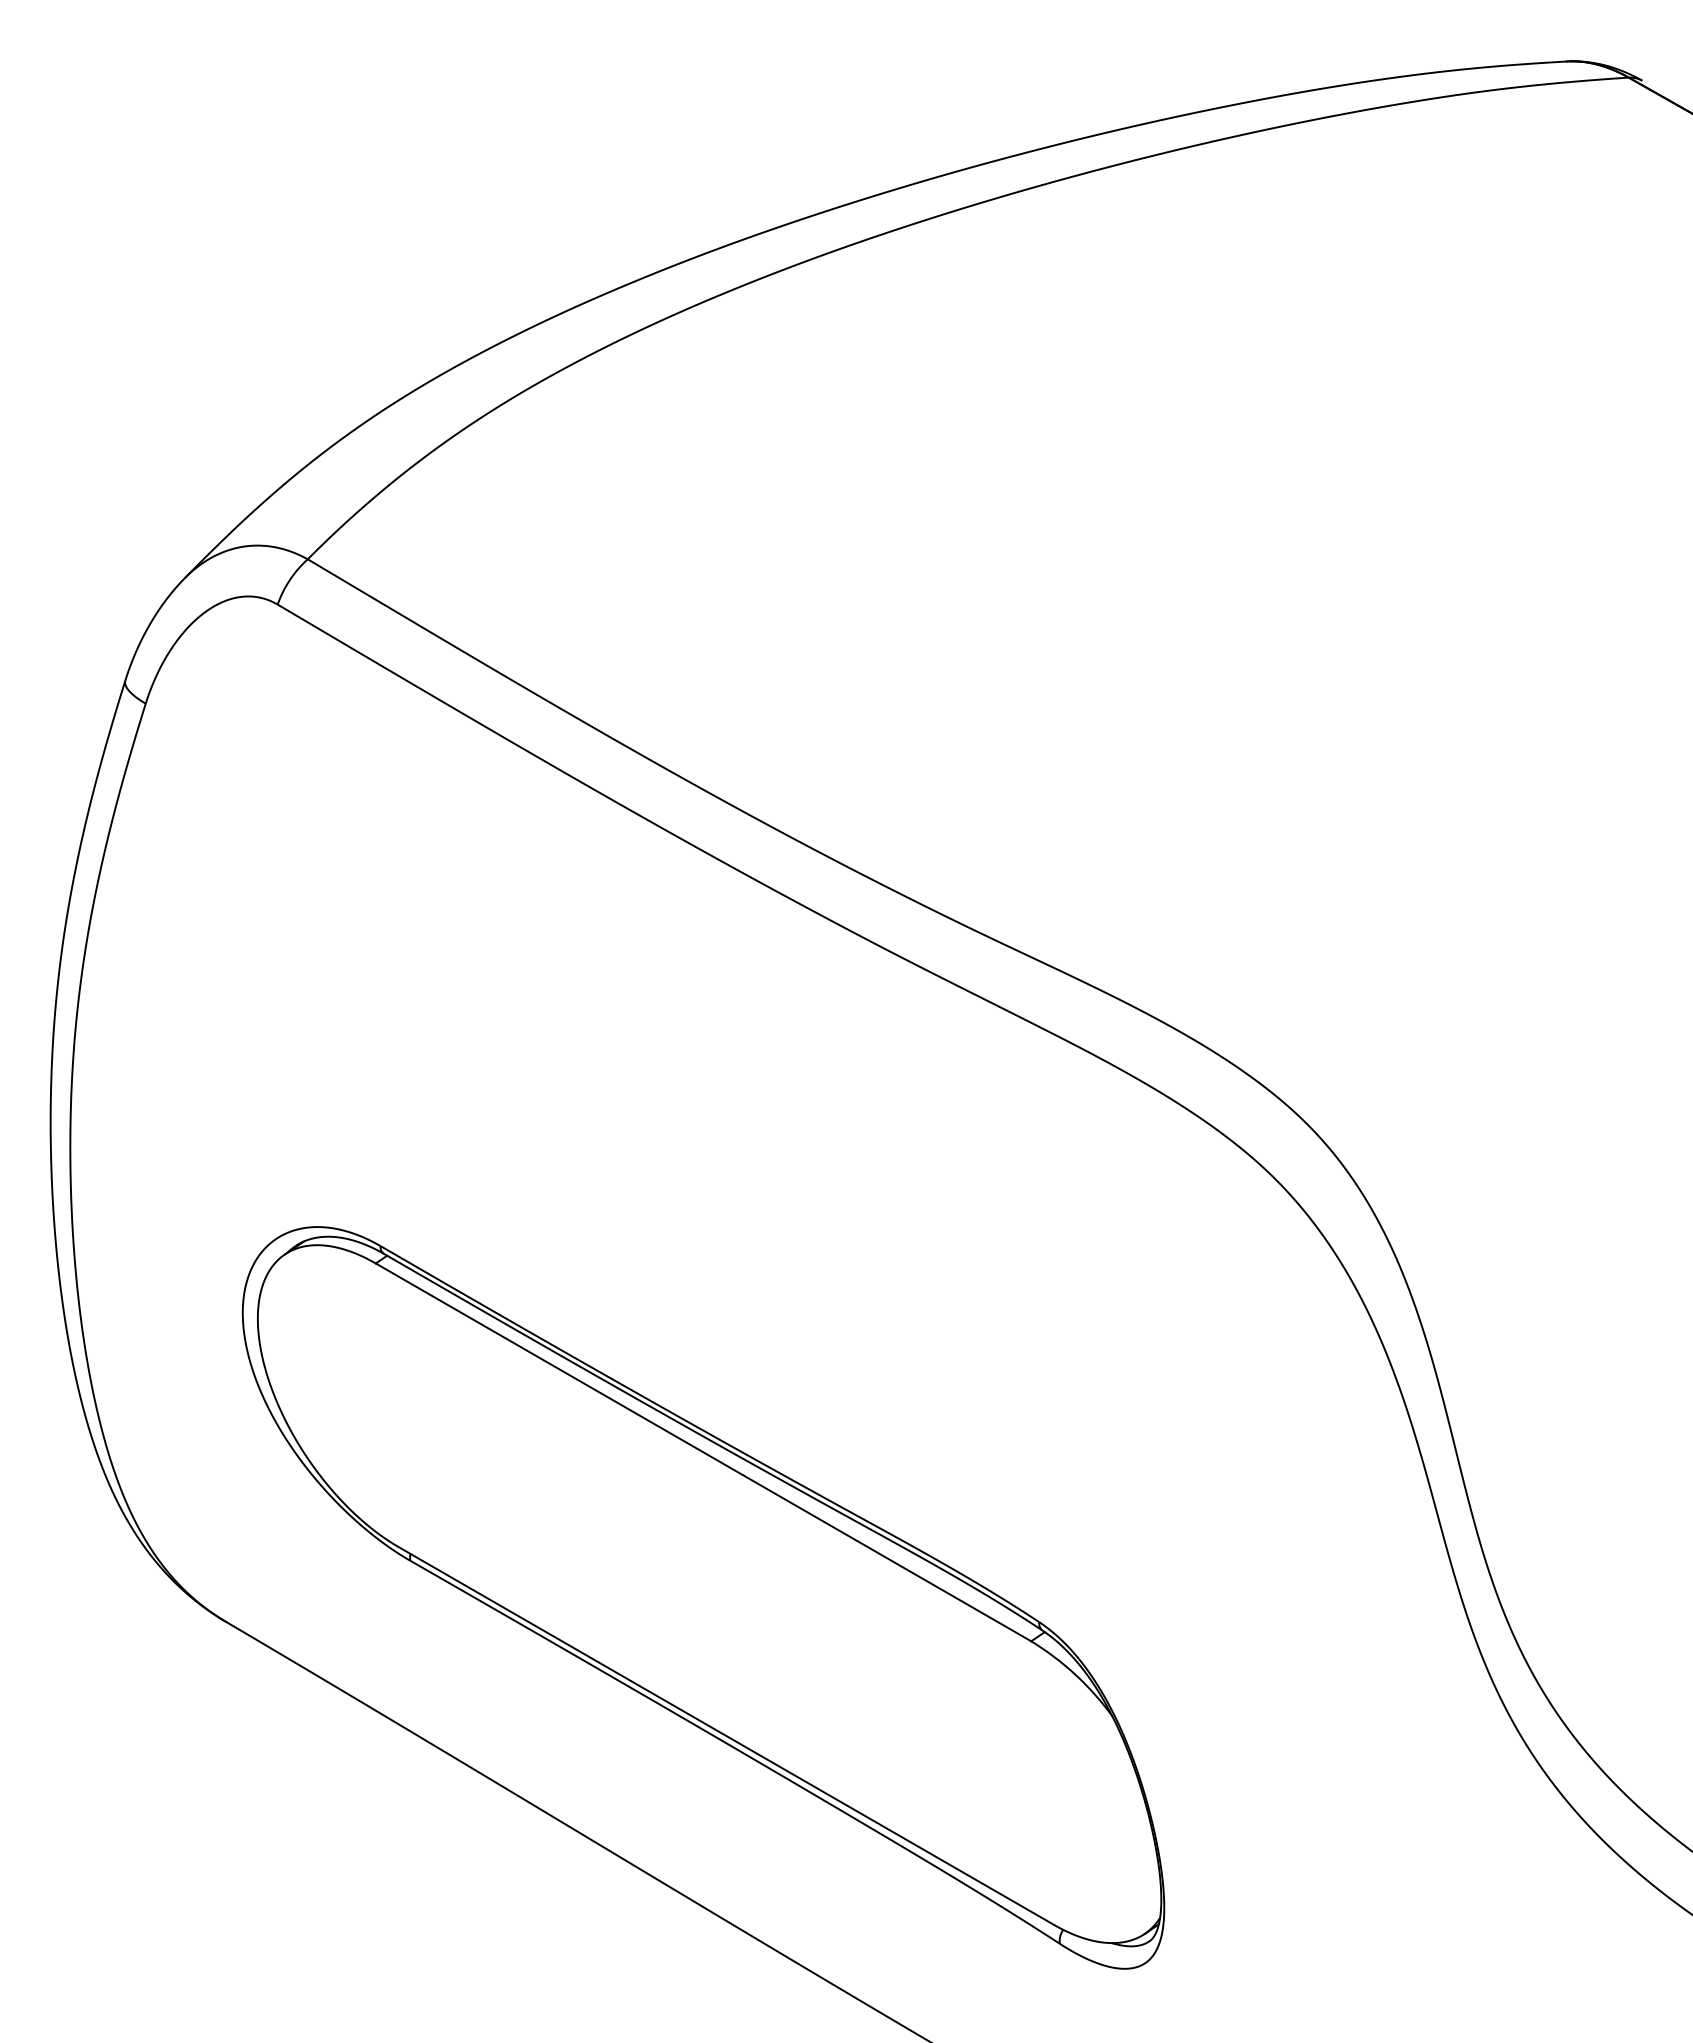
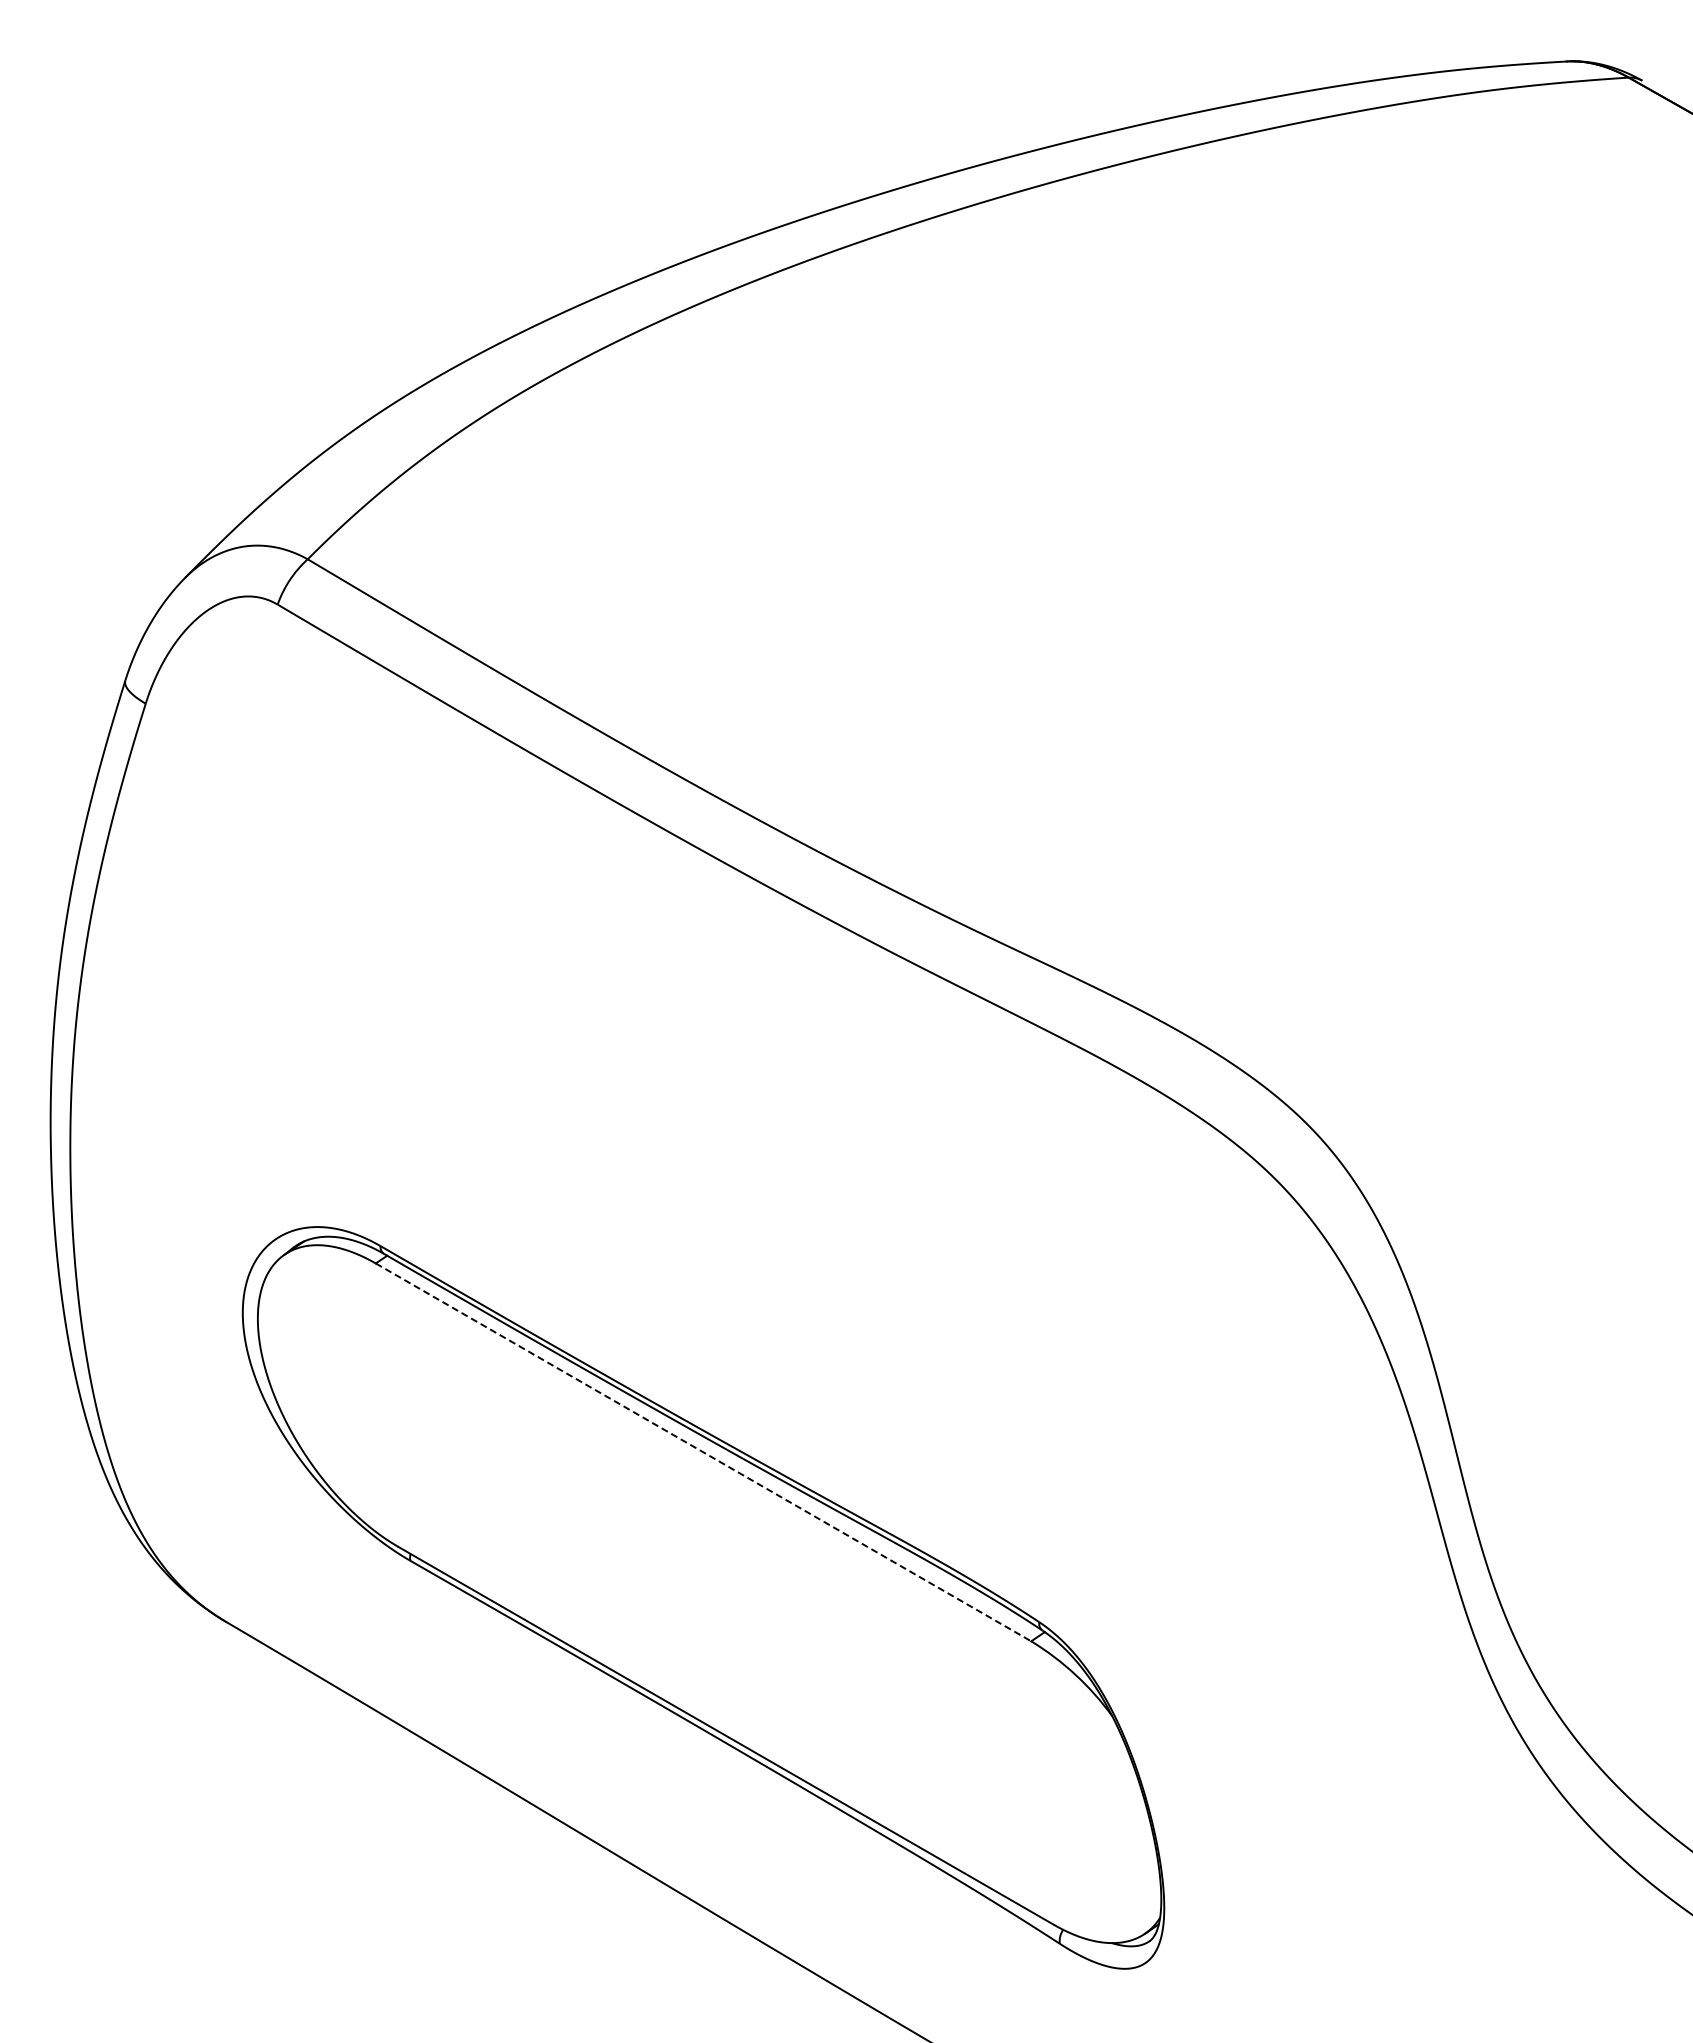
line at (703, 1452): solid -> dashed
